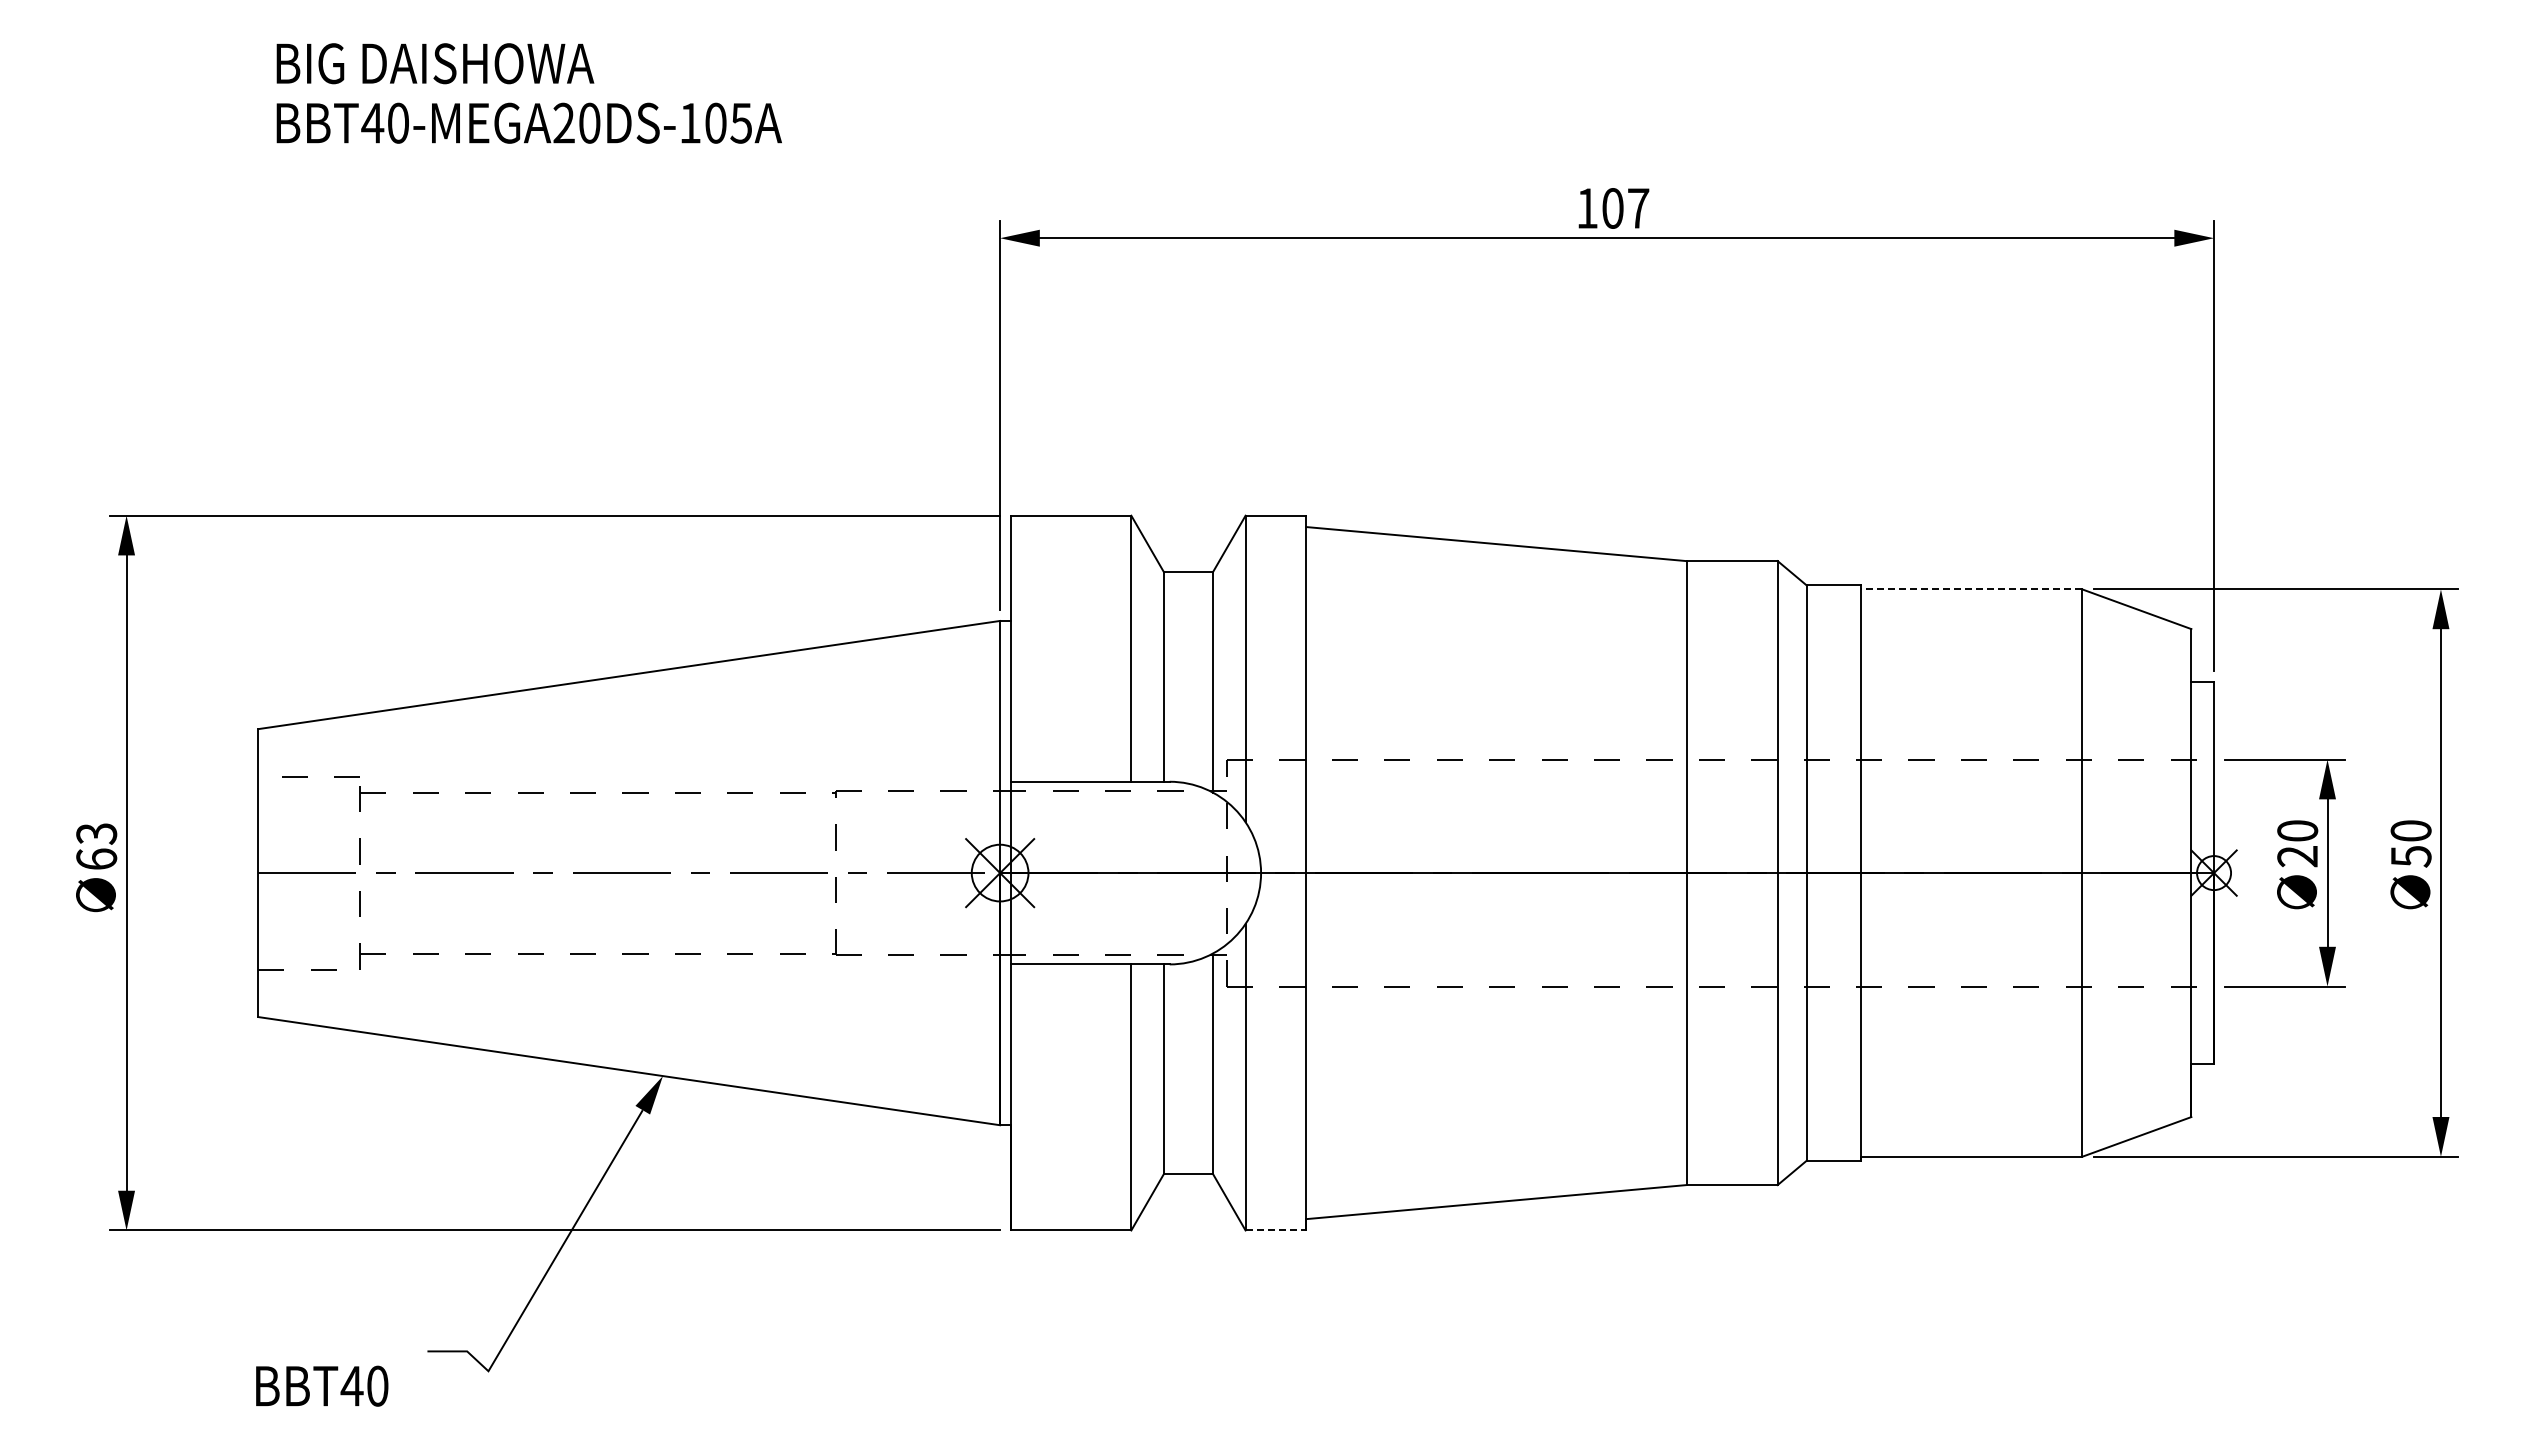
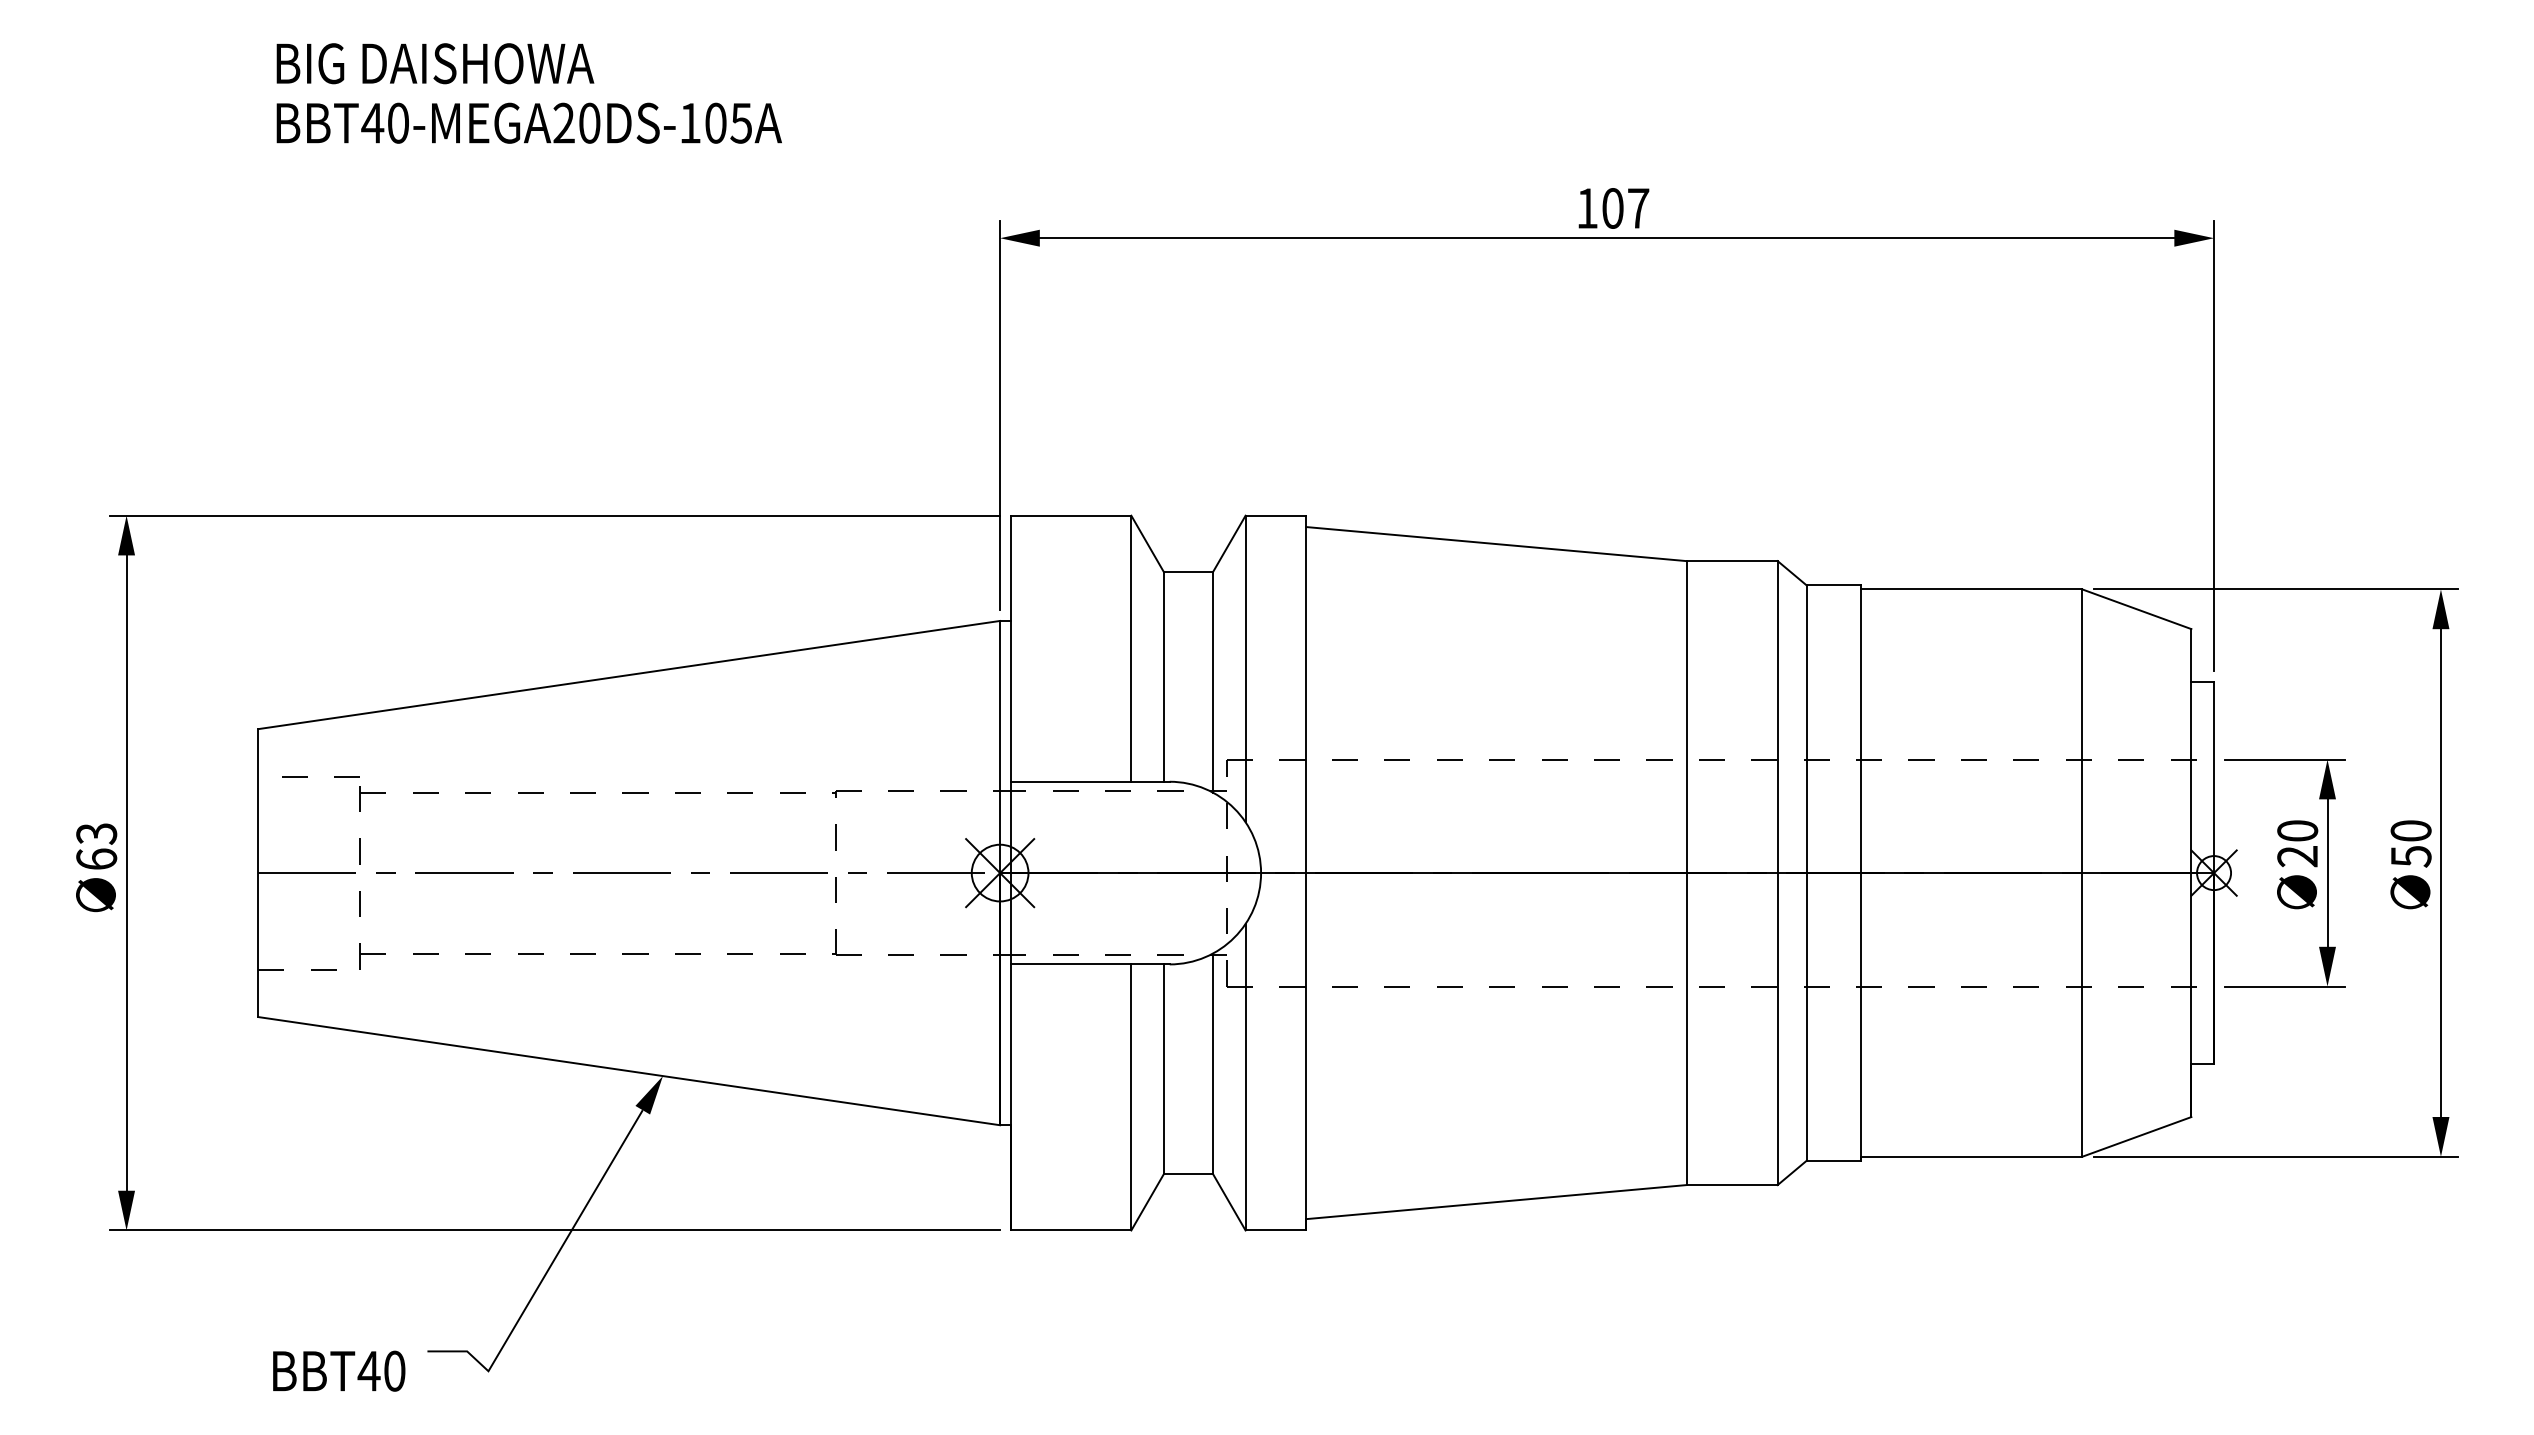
line at (1971, 589): dashed -> solid
line at (1276, 1230): dashed -> solid
text at (322, 1385) position: (322, 1385) -> (339, 1370)
